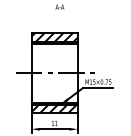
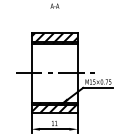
text at (59, 6) position: (59, 6) -> (54, 5)
